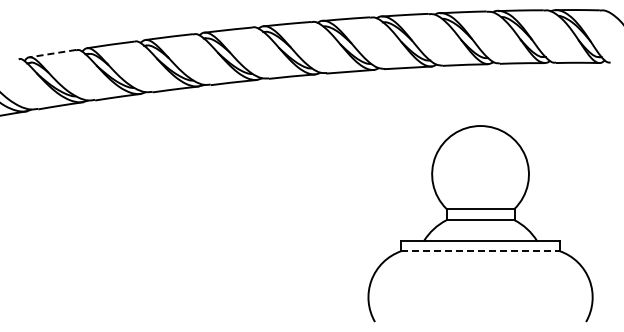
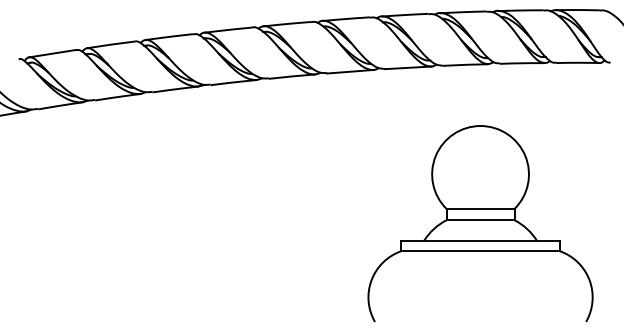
line at (52, 53): dashed -> solid
line at (481, 251): dashed -> solid
